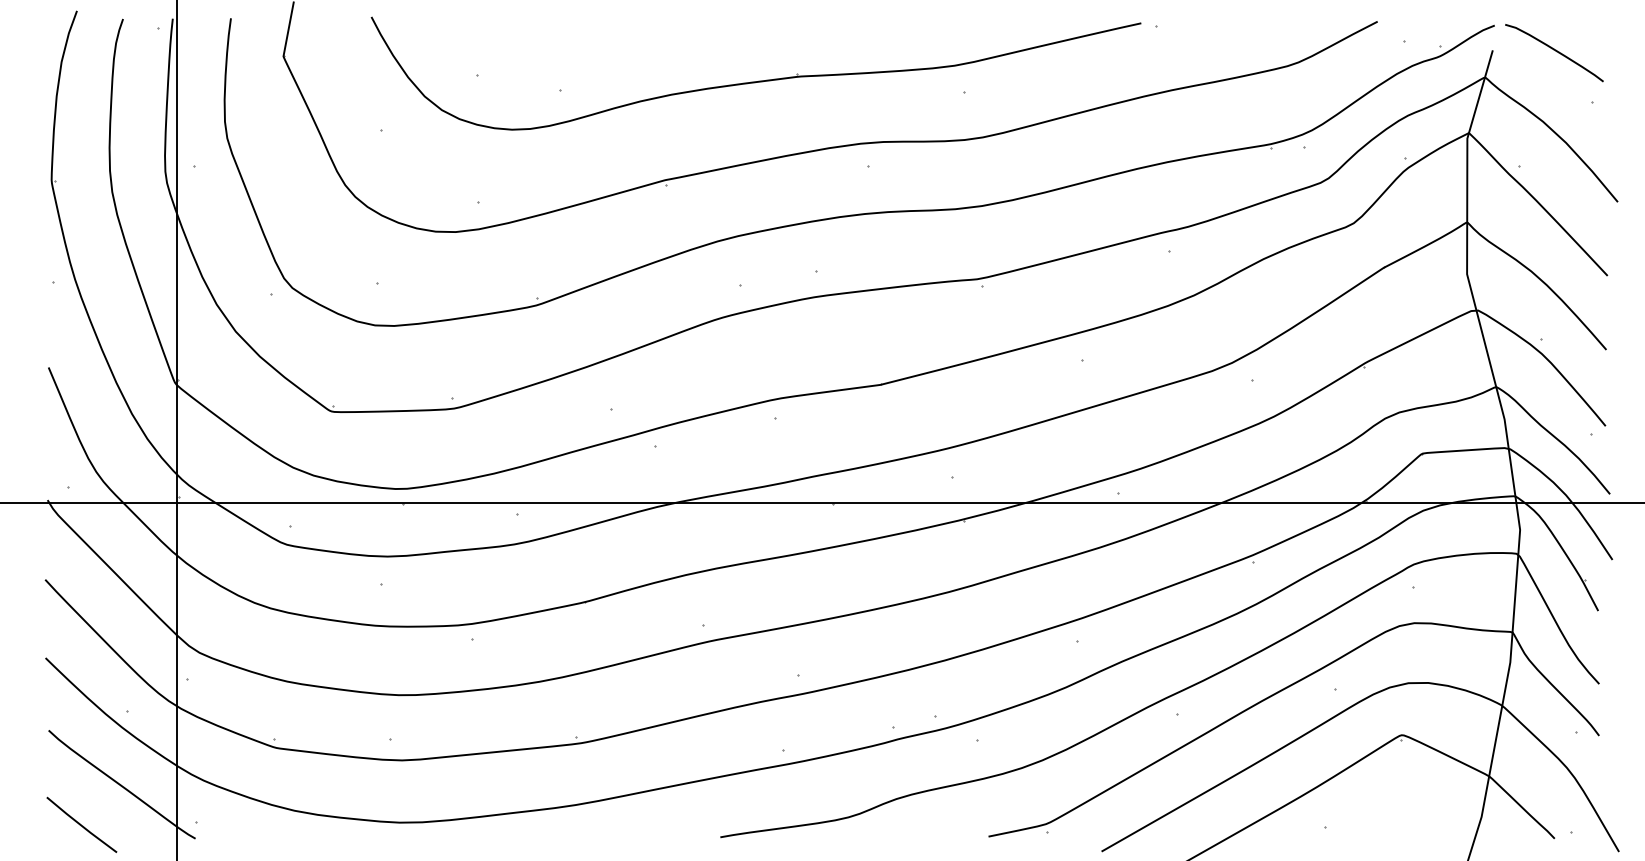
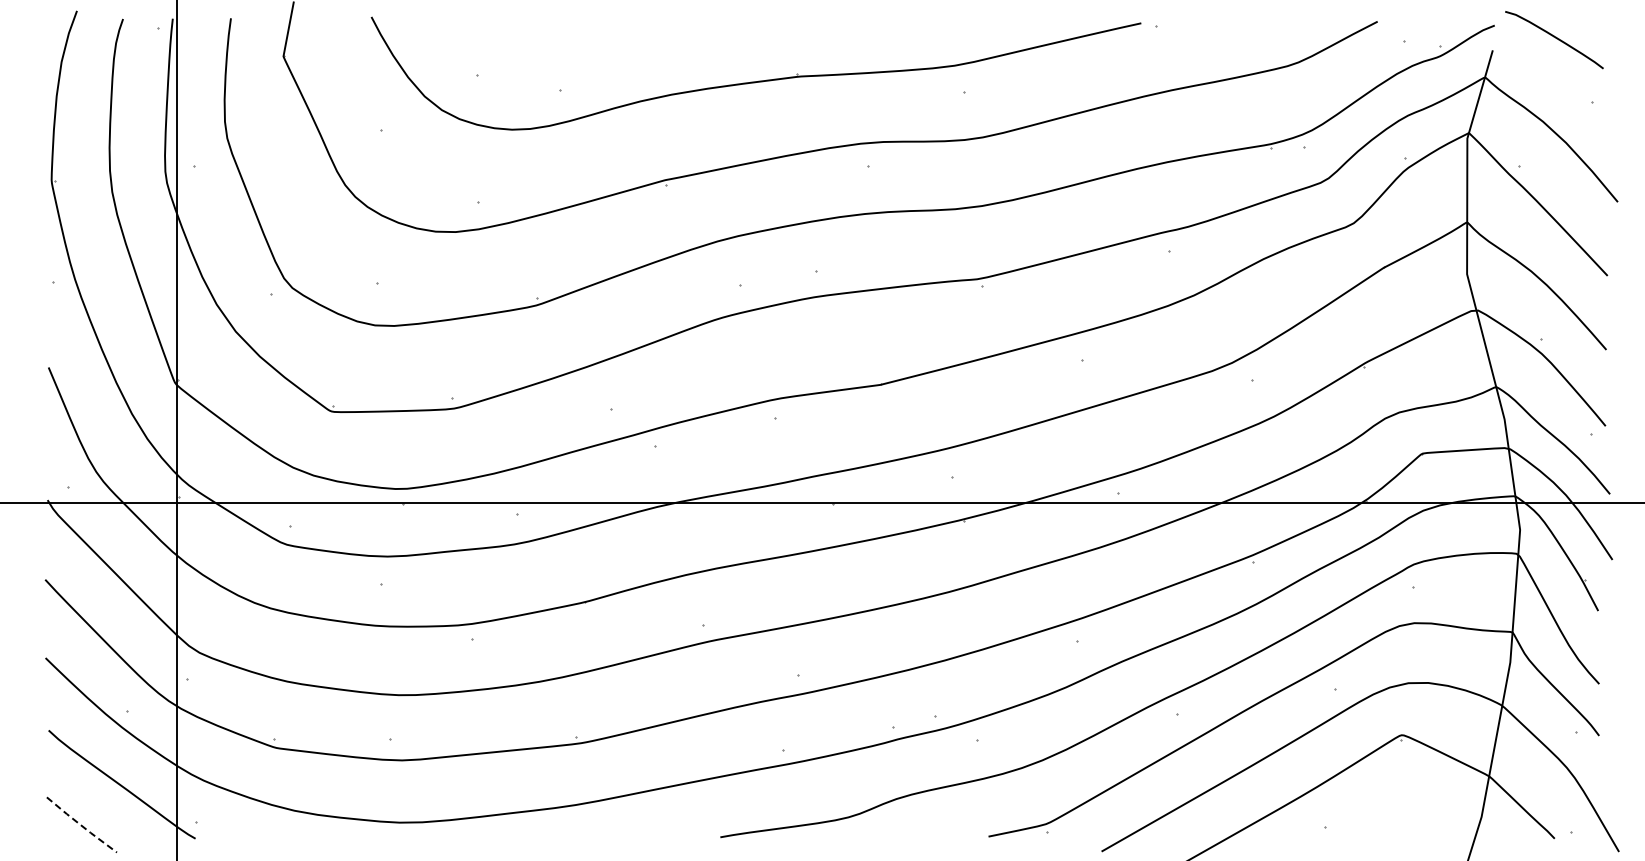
curve at (1555, 51) position: (1555, 51) -> (1555, 38)
line at (81, 825): solid -> dashed
